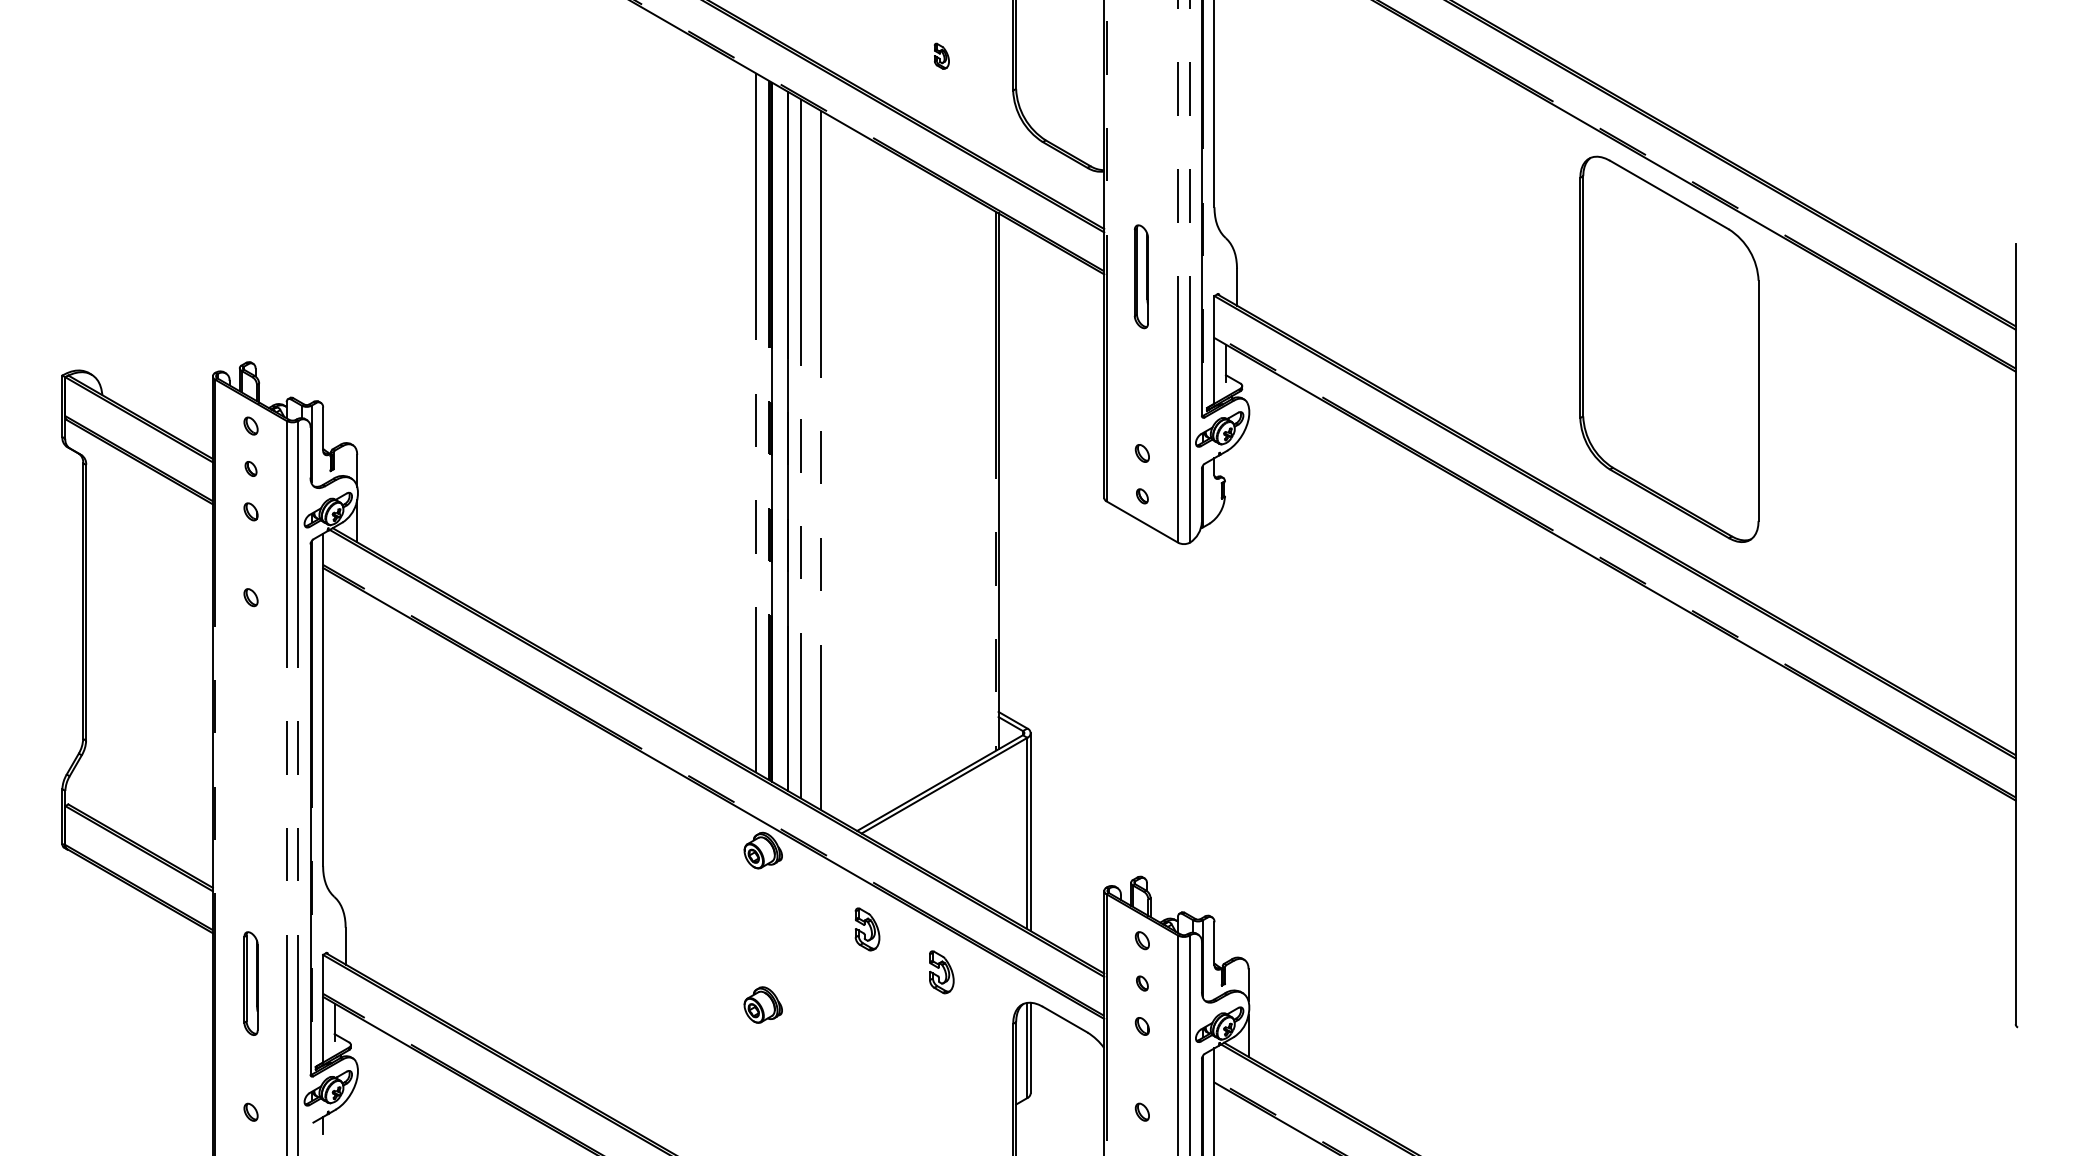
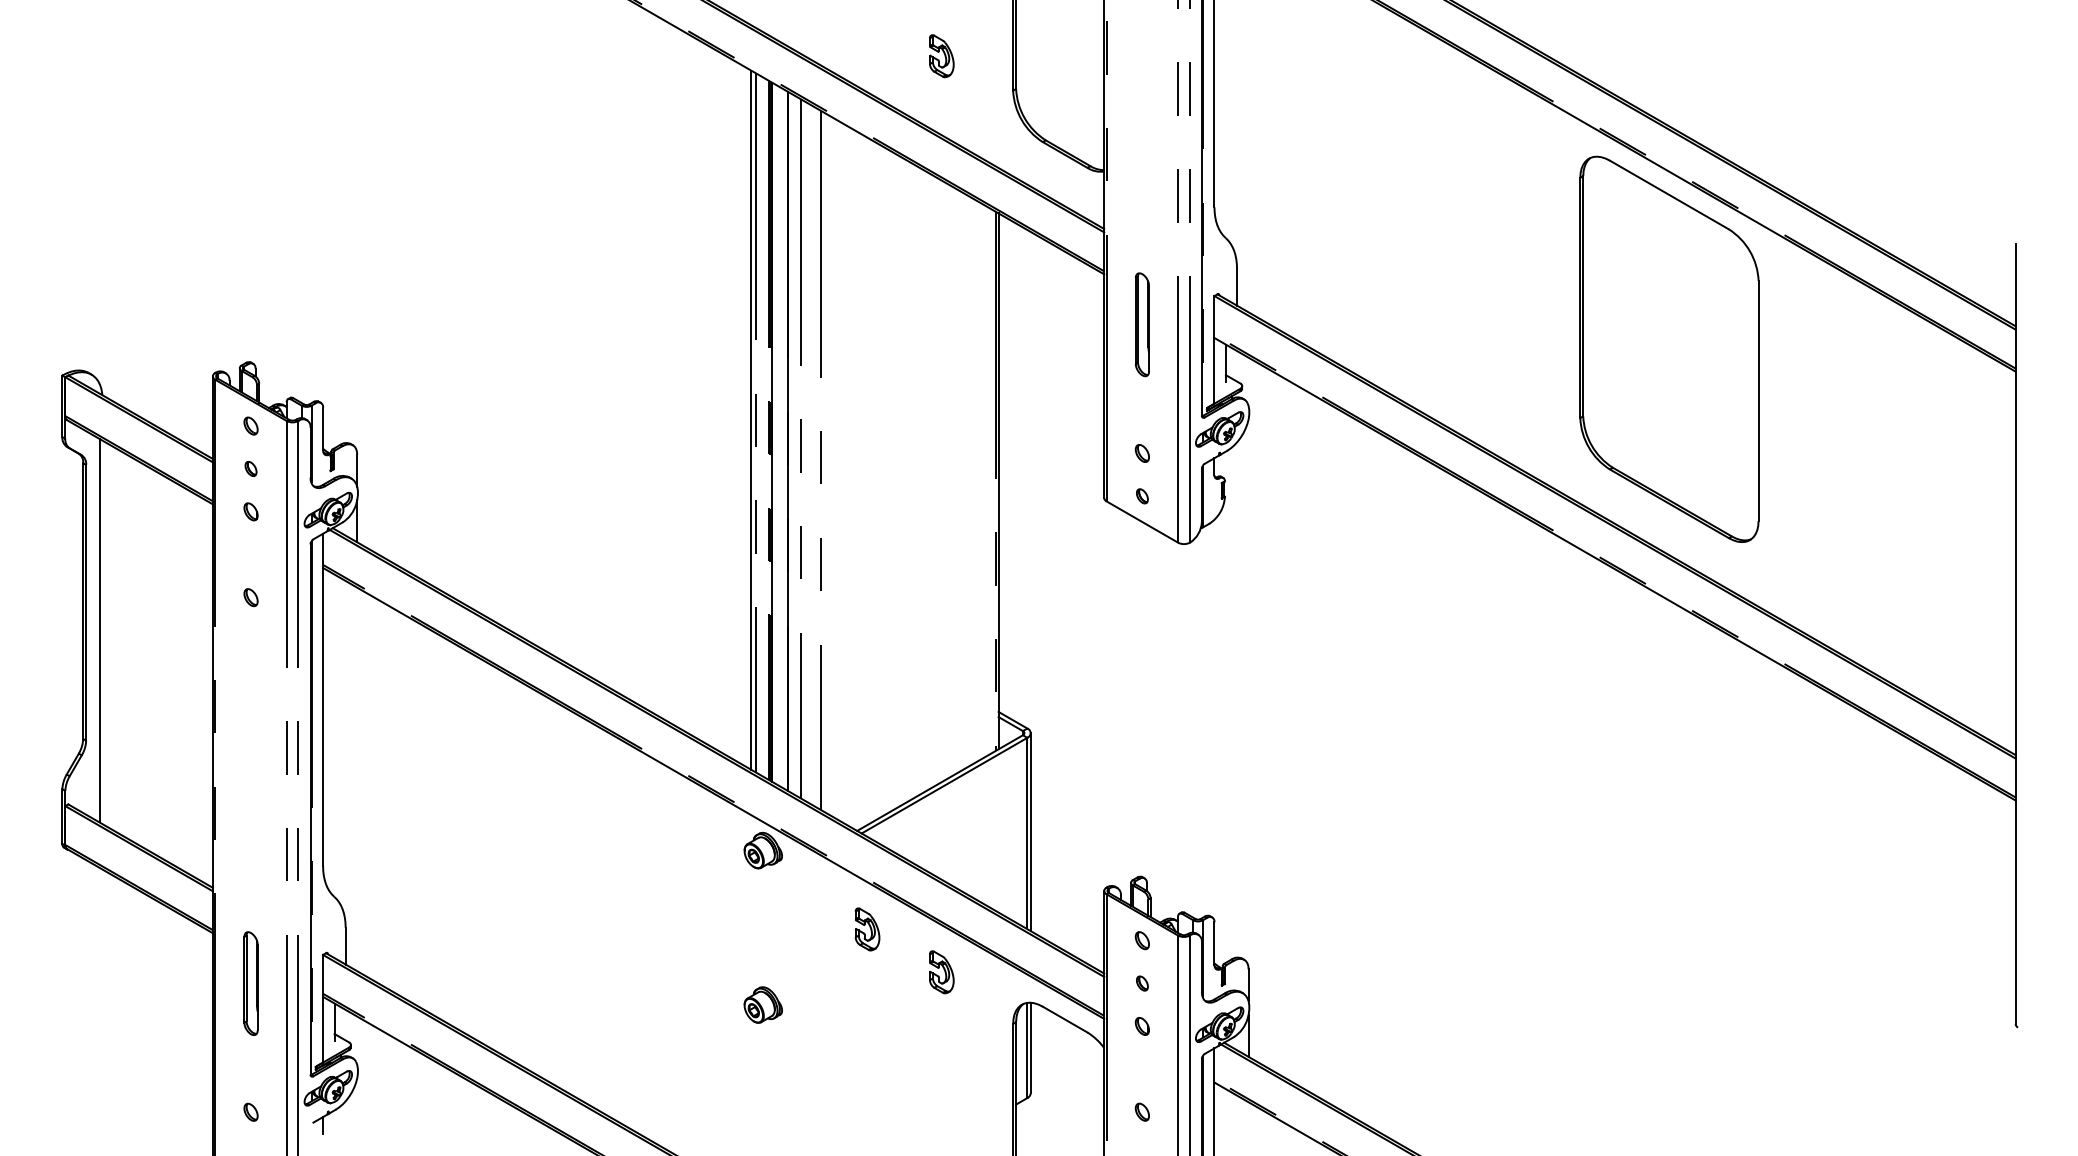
part at (941, 55) size: 17x28 px -> 26x45 px
part at (1140, 276) position: (1140, 276) -> (1141, 324)
line at (751, 419): none -> present
line at (99, 630): none -> present
